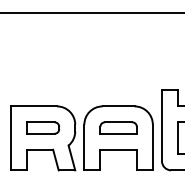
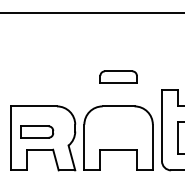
part at (43, 127) position: (43, 127) -> (37, 131)
part at (118, 127) position: (118, 127) -> (118, 76)
